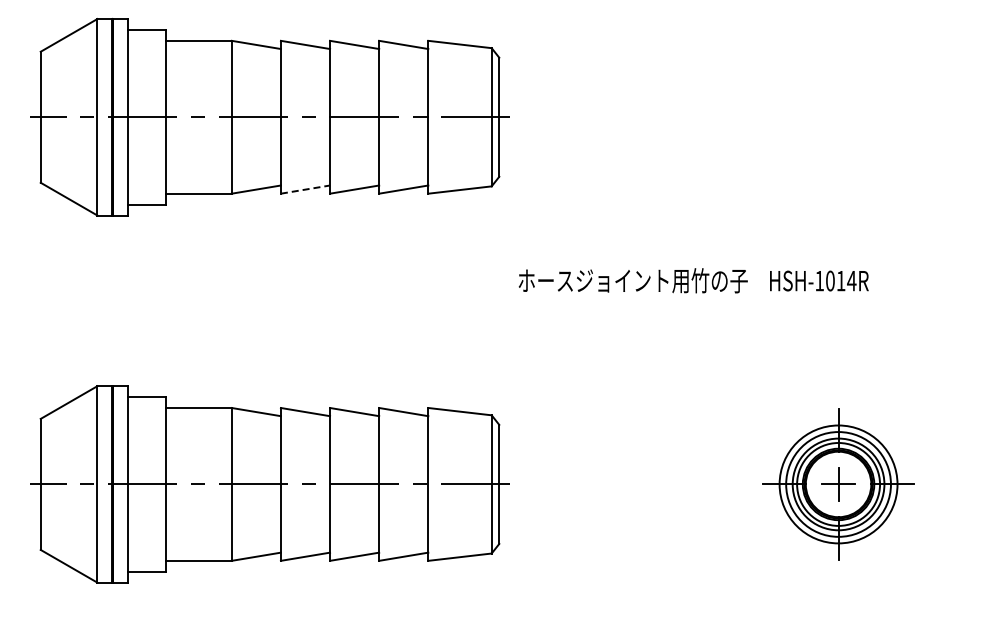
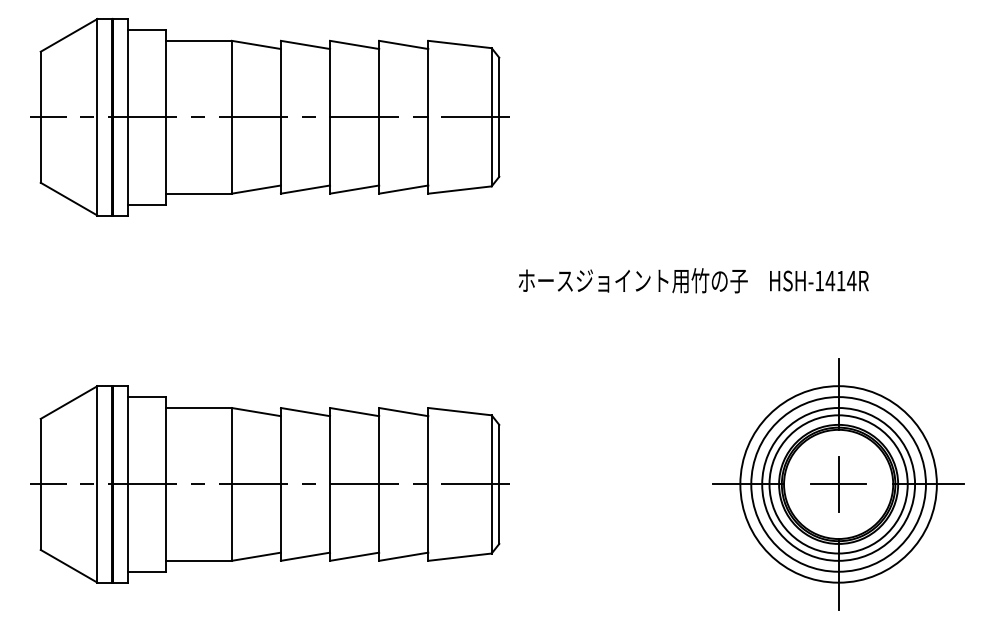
line at (305, 189): dashed -> solid
text at (830, 280): HSH-1014R -> HSH-1414R
part at (838, 484) size: 153x153 px -> 253x253 px
